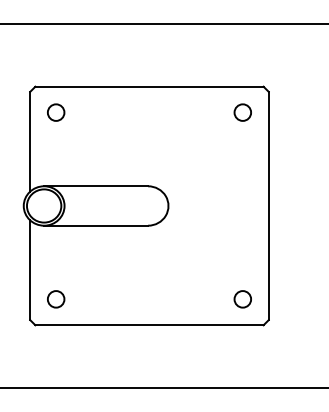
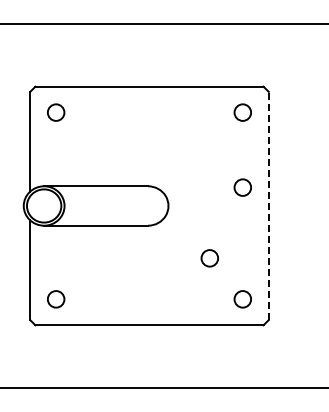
circle at (242, 187): none -> present
line at (268, 205): solid -> dashed
circle at (209, 258): none -> present
